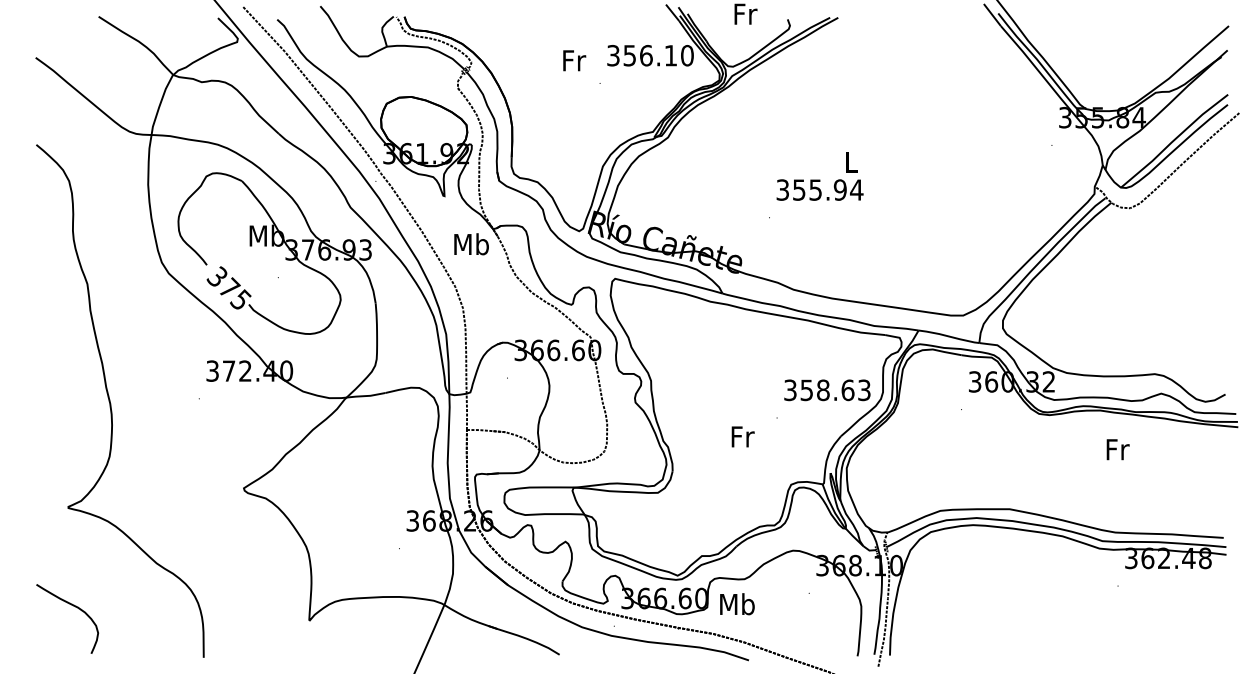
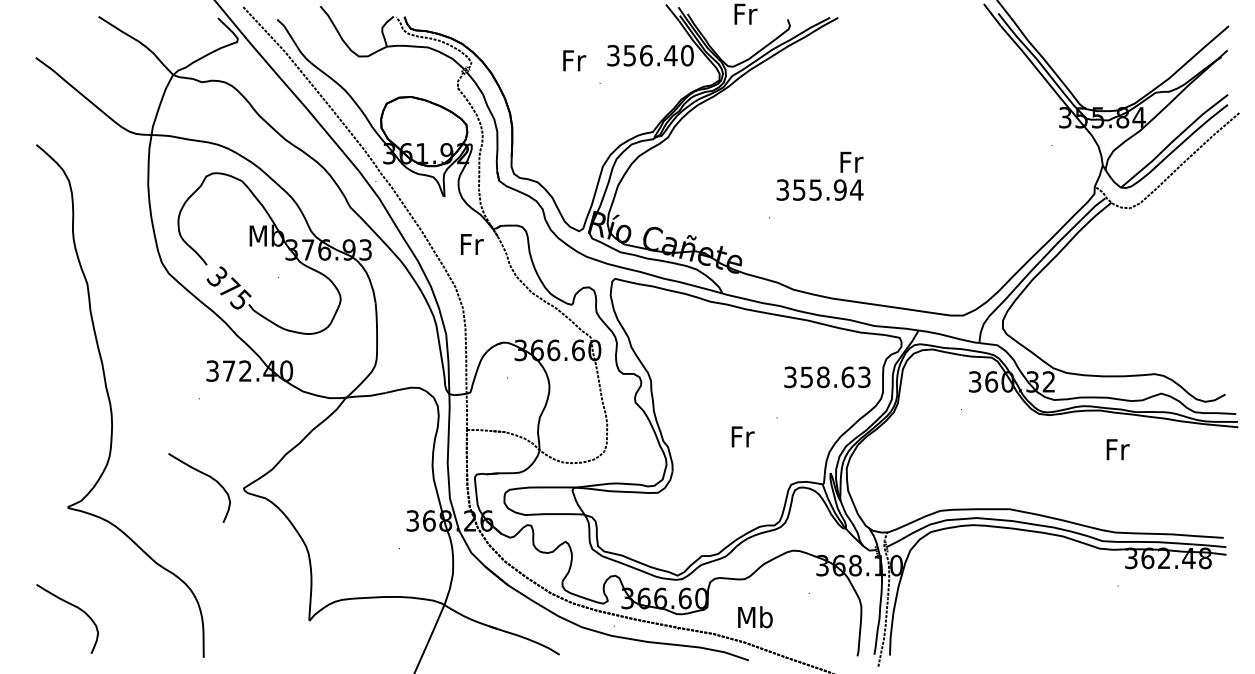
text at (670, 55): 356.10 -> 356.40
text at (851, 161): L -> Fr
text at (471, 244): Mb -> Fr
text at (827, 390) position: (827, 390) -> (827, 377)
curve at (205, 475): none -> present
text at (737, 604) position: (737, 604) -> (755, 617)
